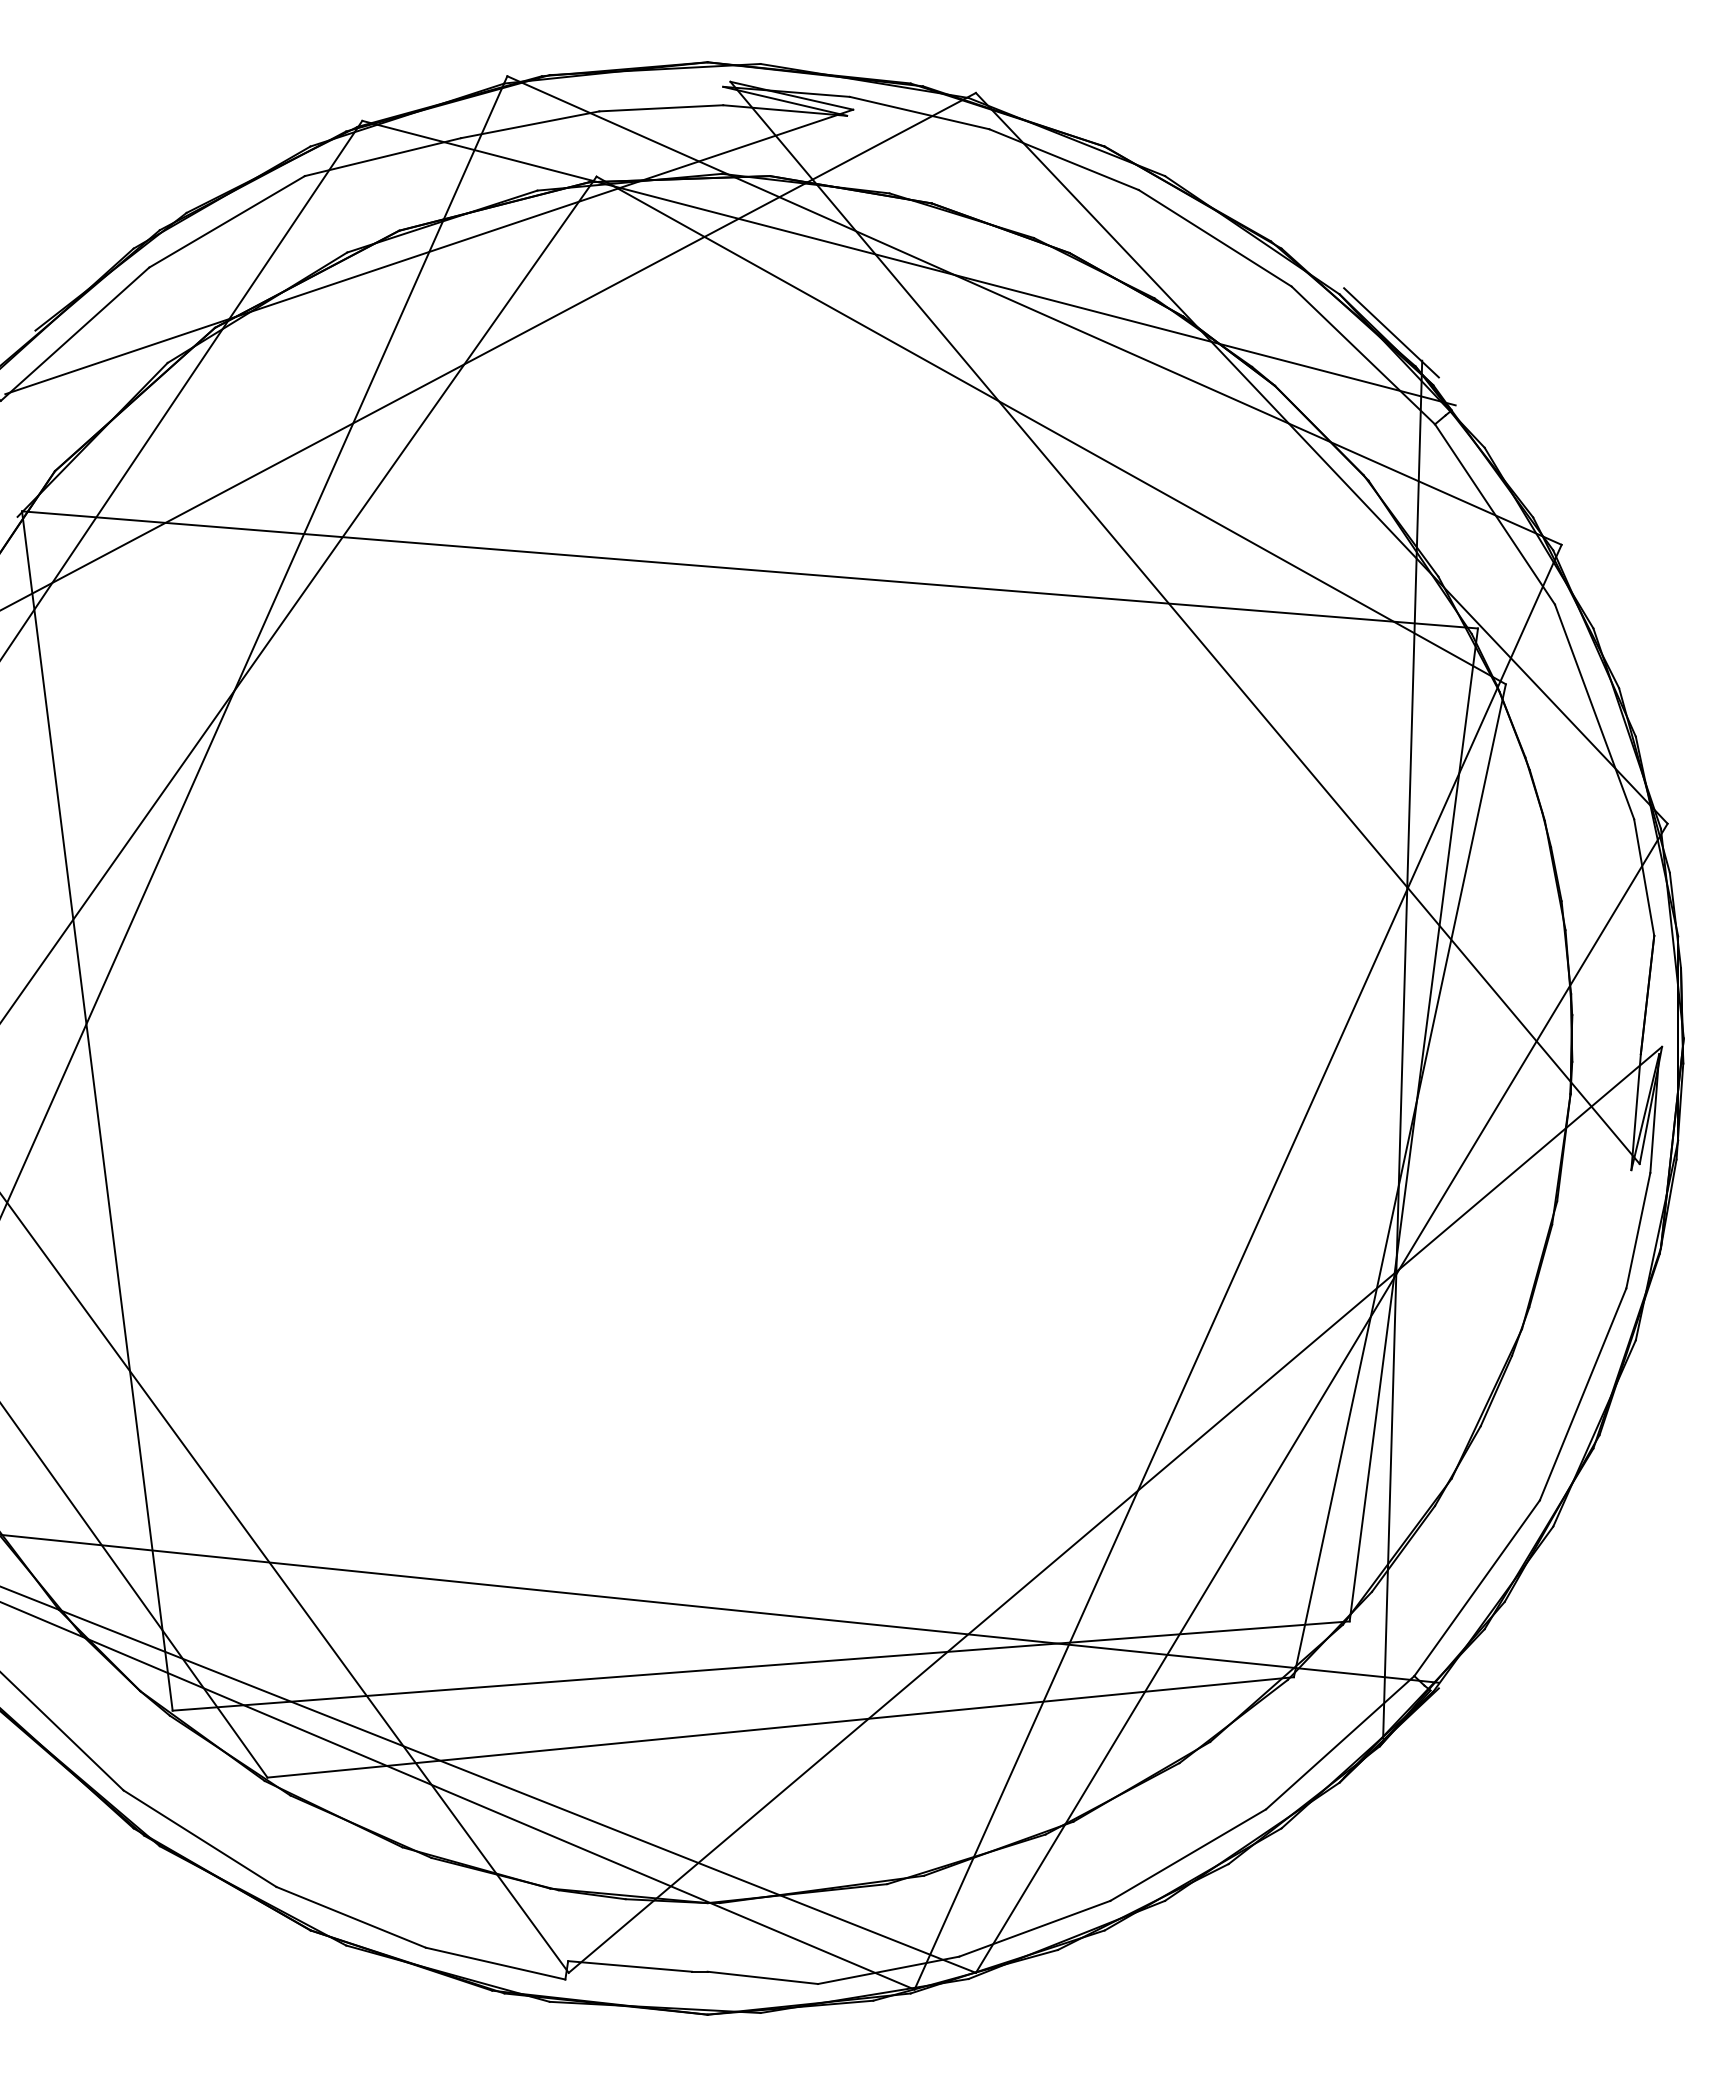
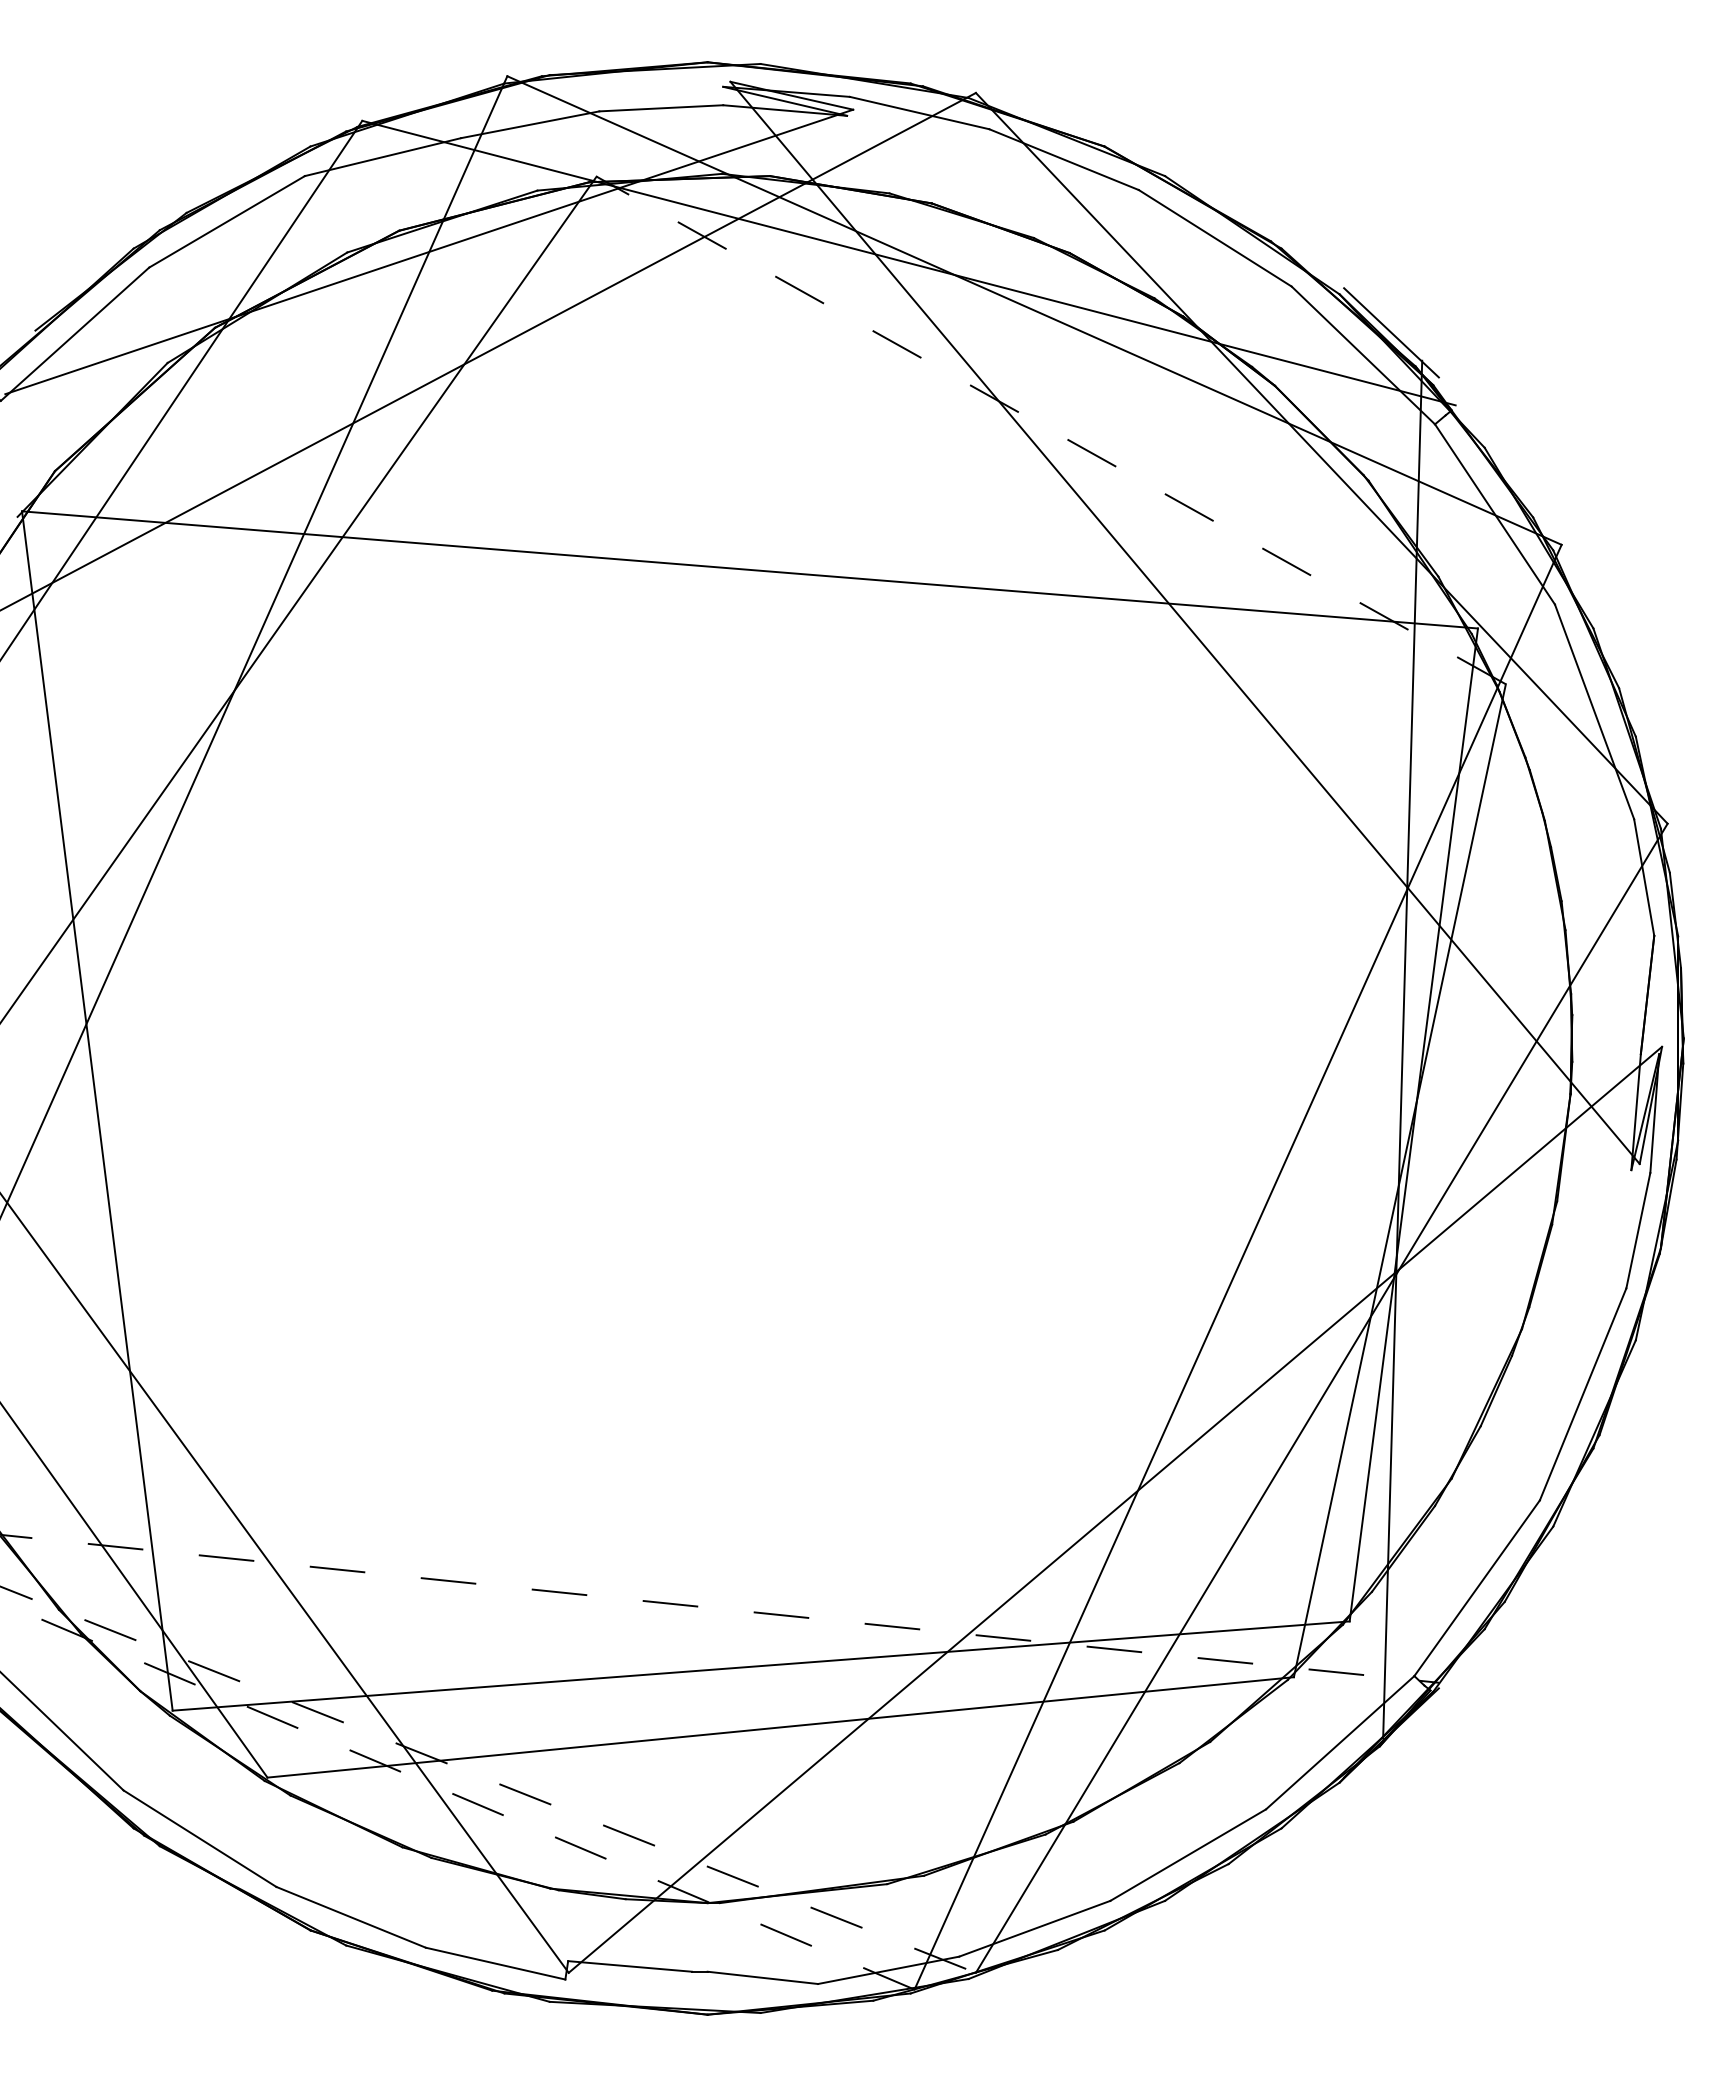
line at (1051, 430): solid -> dashed
line at (720, 1608): solid -> dashed
line at (488, 1779): solid -> dashed
line at (457, 1795): solid -> dashed
